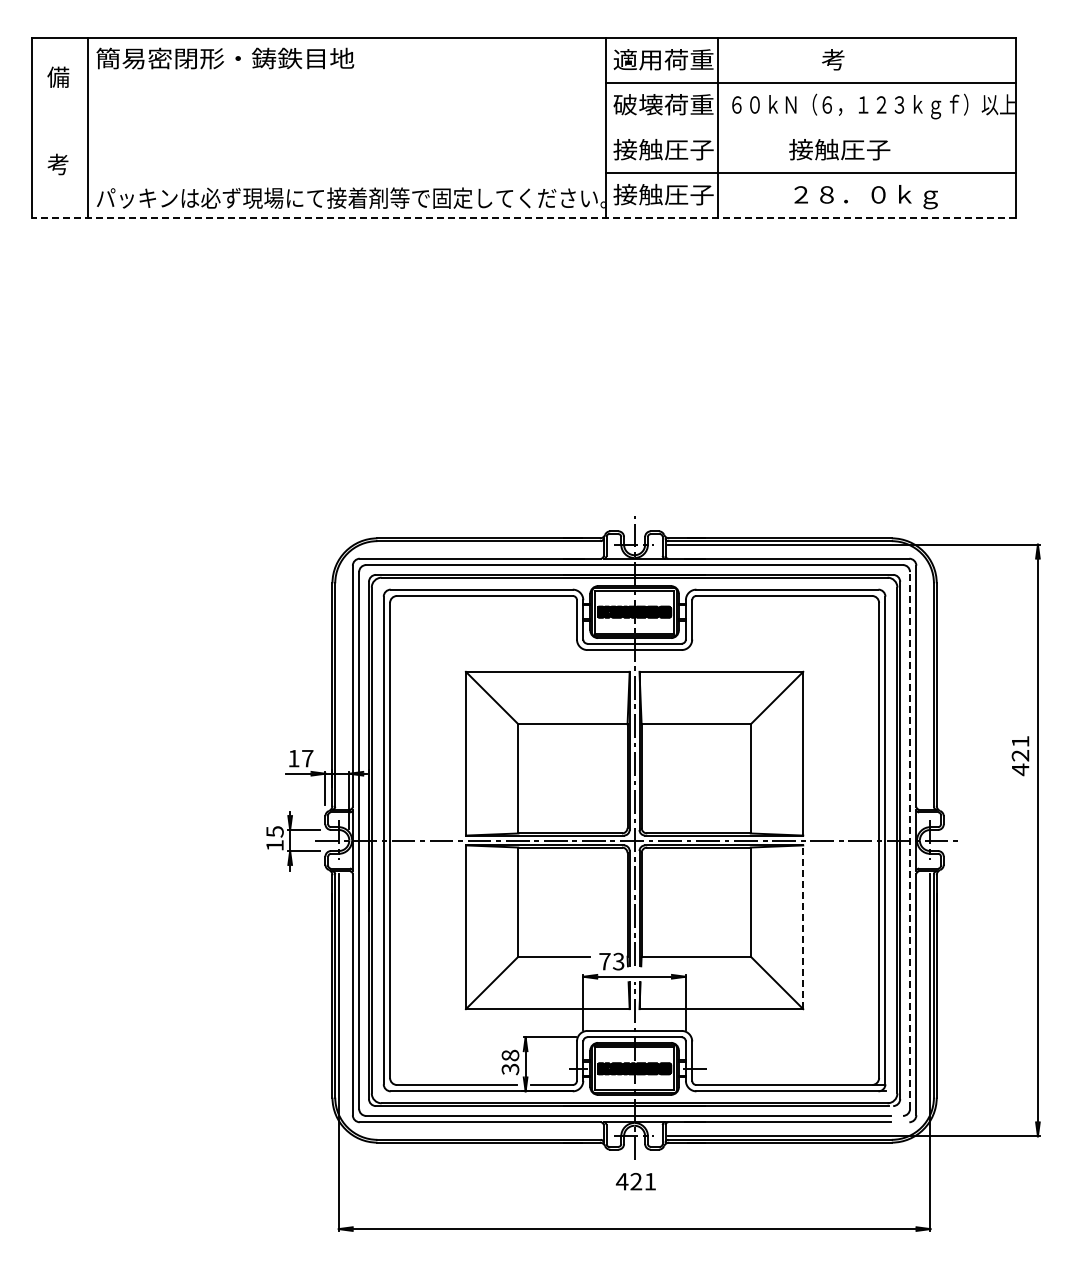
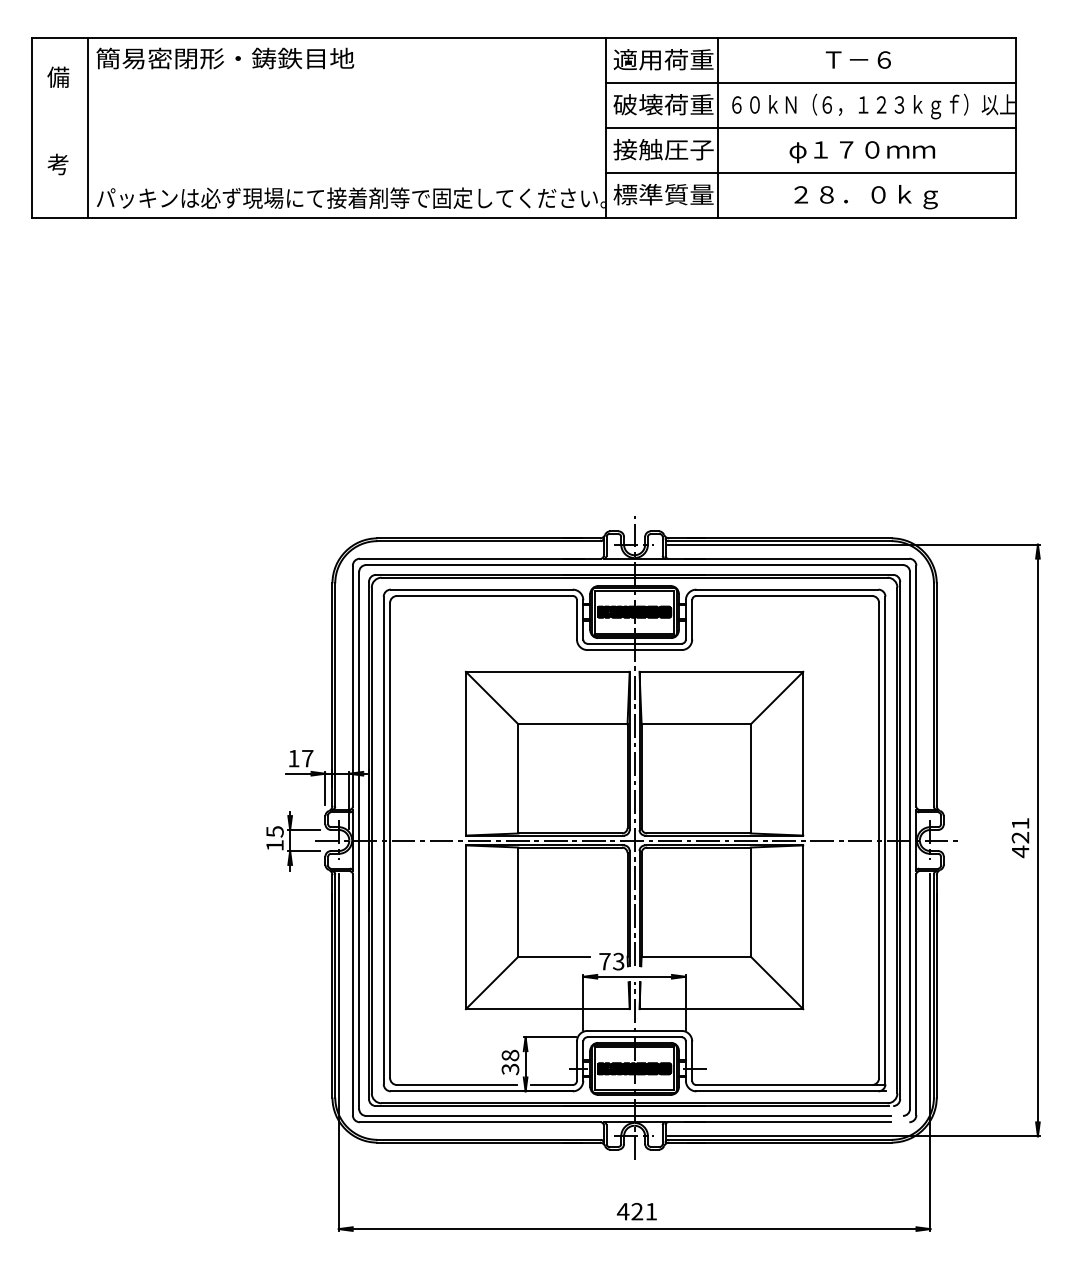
text at (856, 59): 考 -> Ｔ－６
line at (810, 128): none -> present
text at (862, 151): 接触圧子 -> φ１７０ｍｍ
text at (663, 194): 接触圧子 -> 標準質量
line at (524, 217): dashed -> solid
text at (1020, 756) position: (1020, 756) -> (1020, 838)
line at (910, 840): dashed -> solid
line at (803, 927): dashed -> solid
text at (635, 1181) position: (635, 1181) -> (636, 1211)
